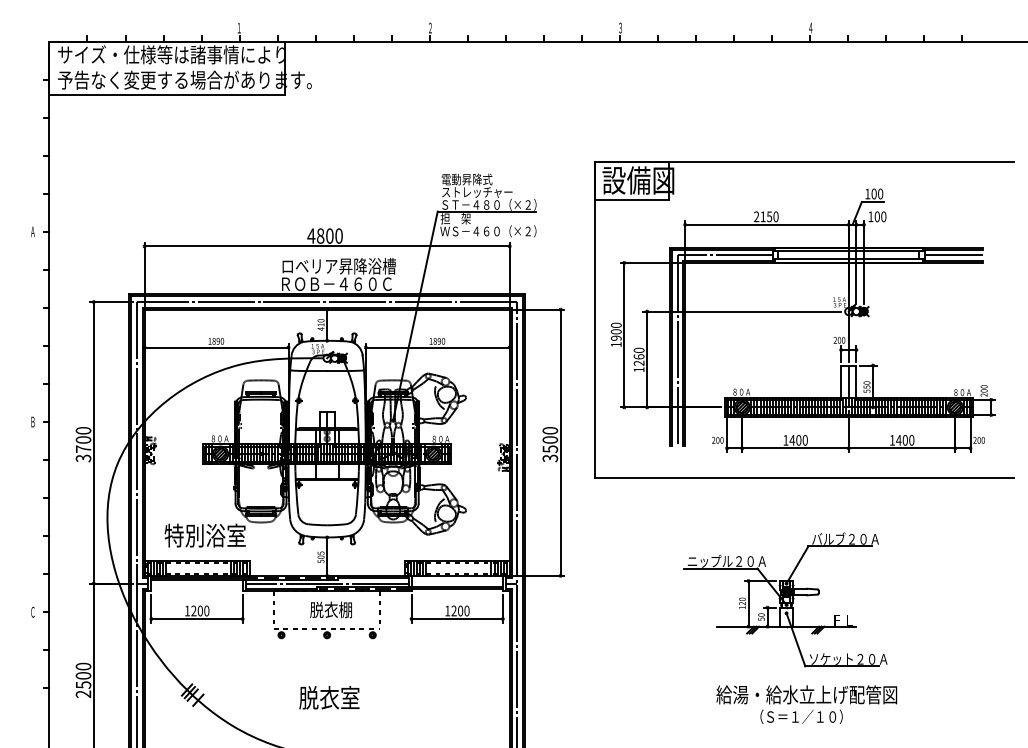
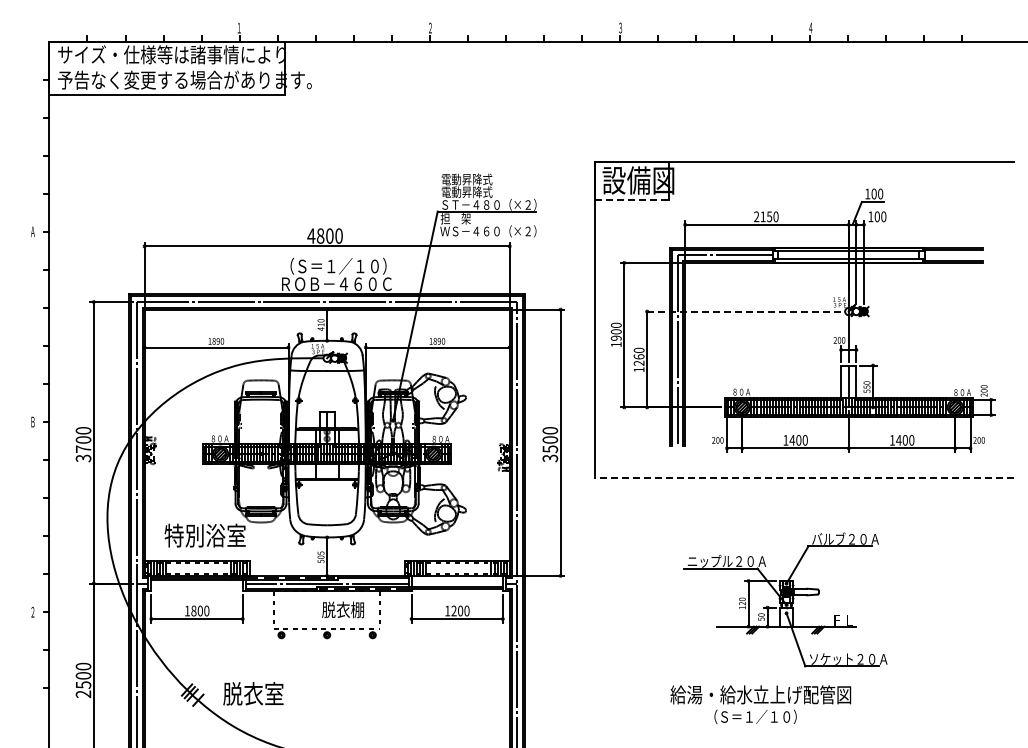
text at (476, 192): ストレッチャー -> 電動昇降式
line at (632, 200): solid -> dashed
line at (953, 255): present -> none
text at (338, 265): ロベリア昇降浴槽 -> （Ｓ＝１／１０）
line at (742, 311): solid -> dashed
line at (804, 478): solid -> dashed
text at (330, 609) position: (330, 609) -> (342, 609)
text at (193, 610): 1200 -> 1800
text at (32, 611): Ｃ -> ２
text at (329, 697) position: (329, 697) -> (253, 693)
text at (806, 704) position: (806, 704) -> (760, 704)
